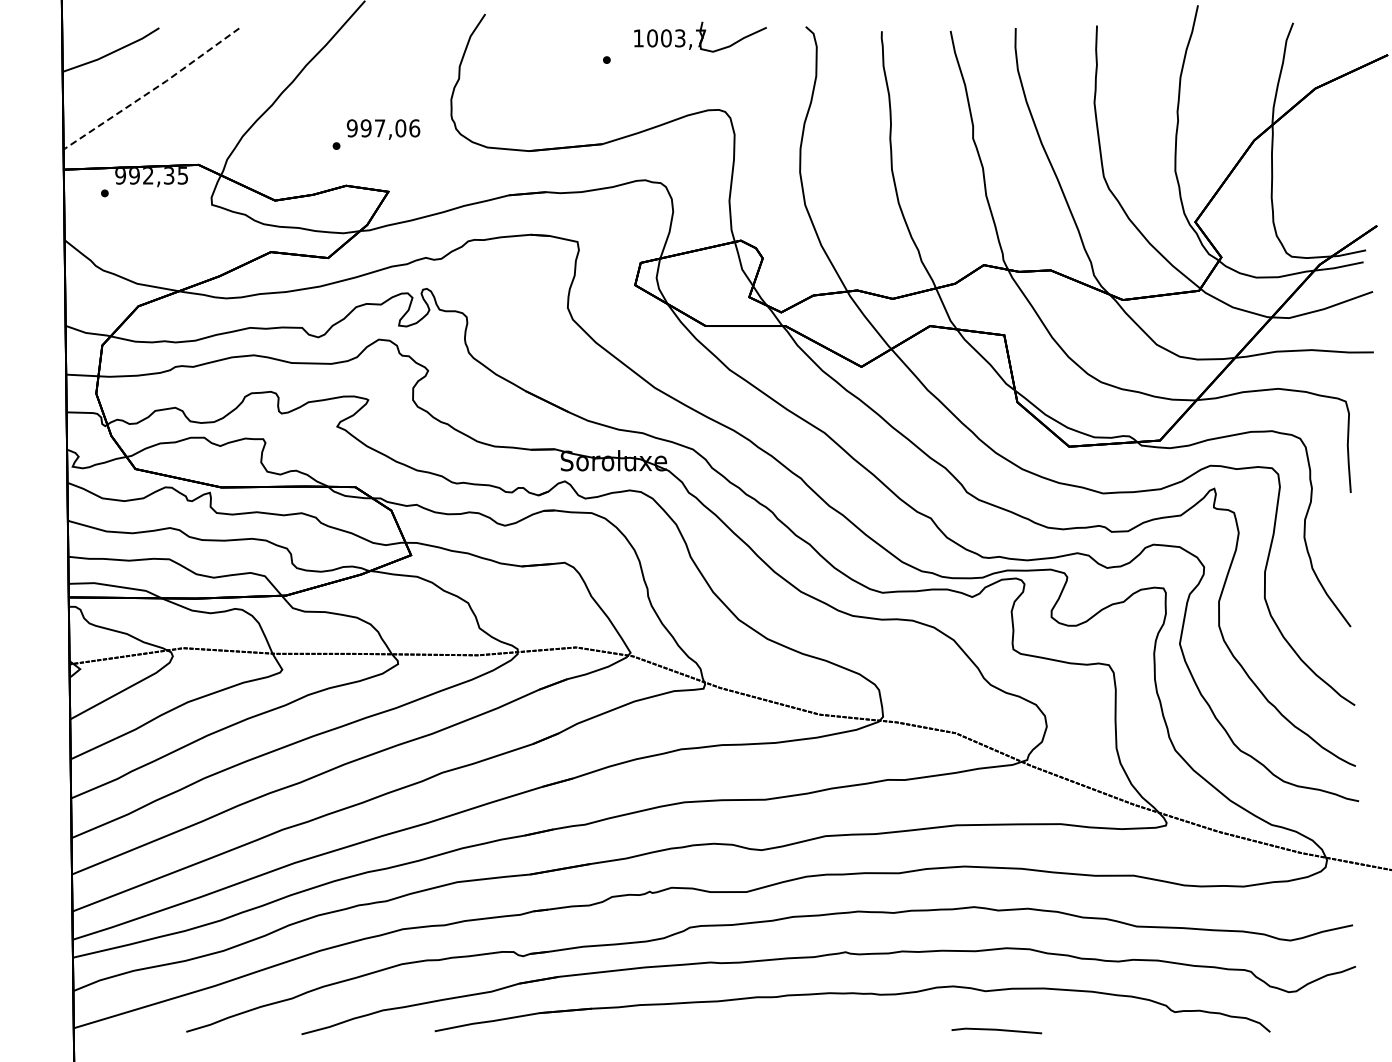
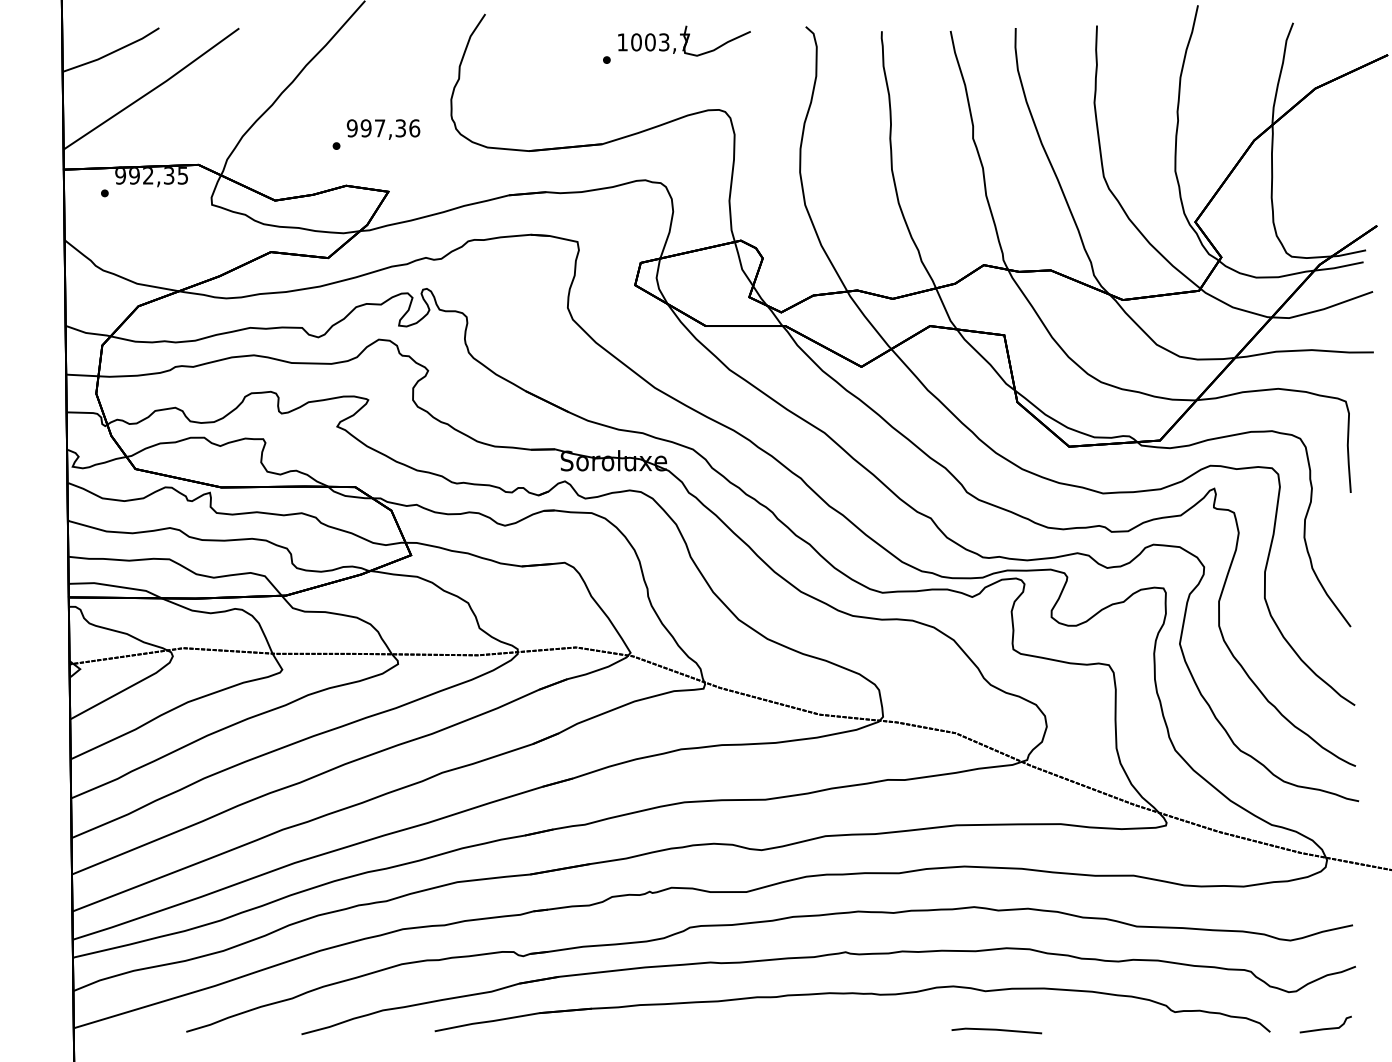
part at (700, 36) position: (700, 36) -> (684, 40)
line at (151, 90): dashed -> solid
text at (400, 128): 997,06 -> 997,36
curve at (1325, 1028): none -> present
